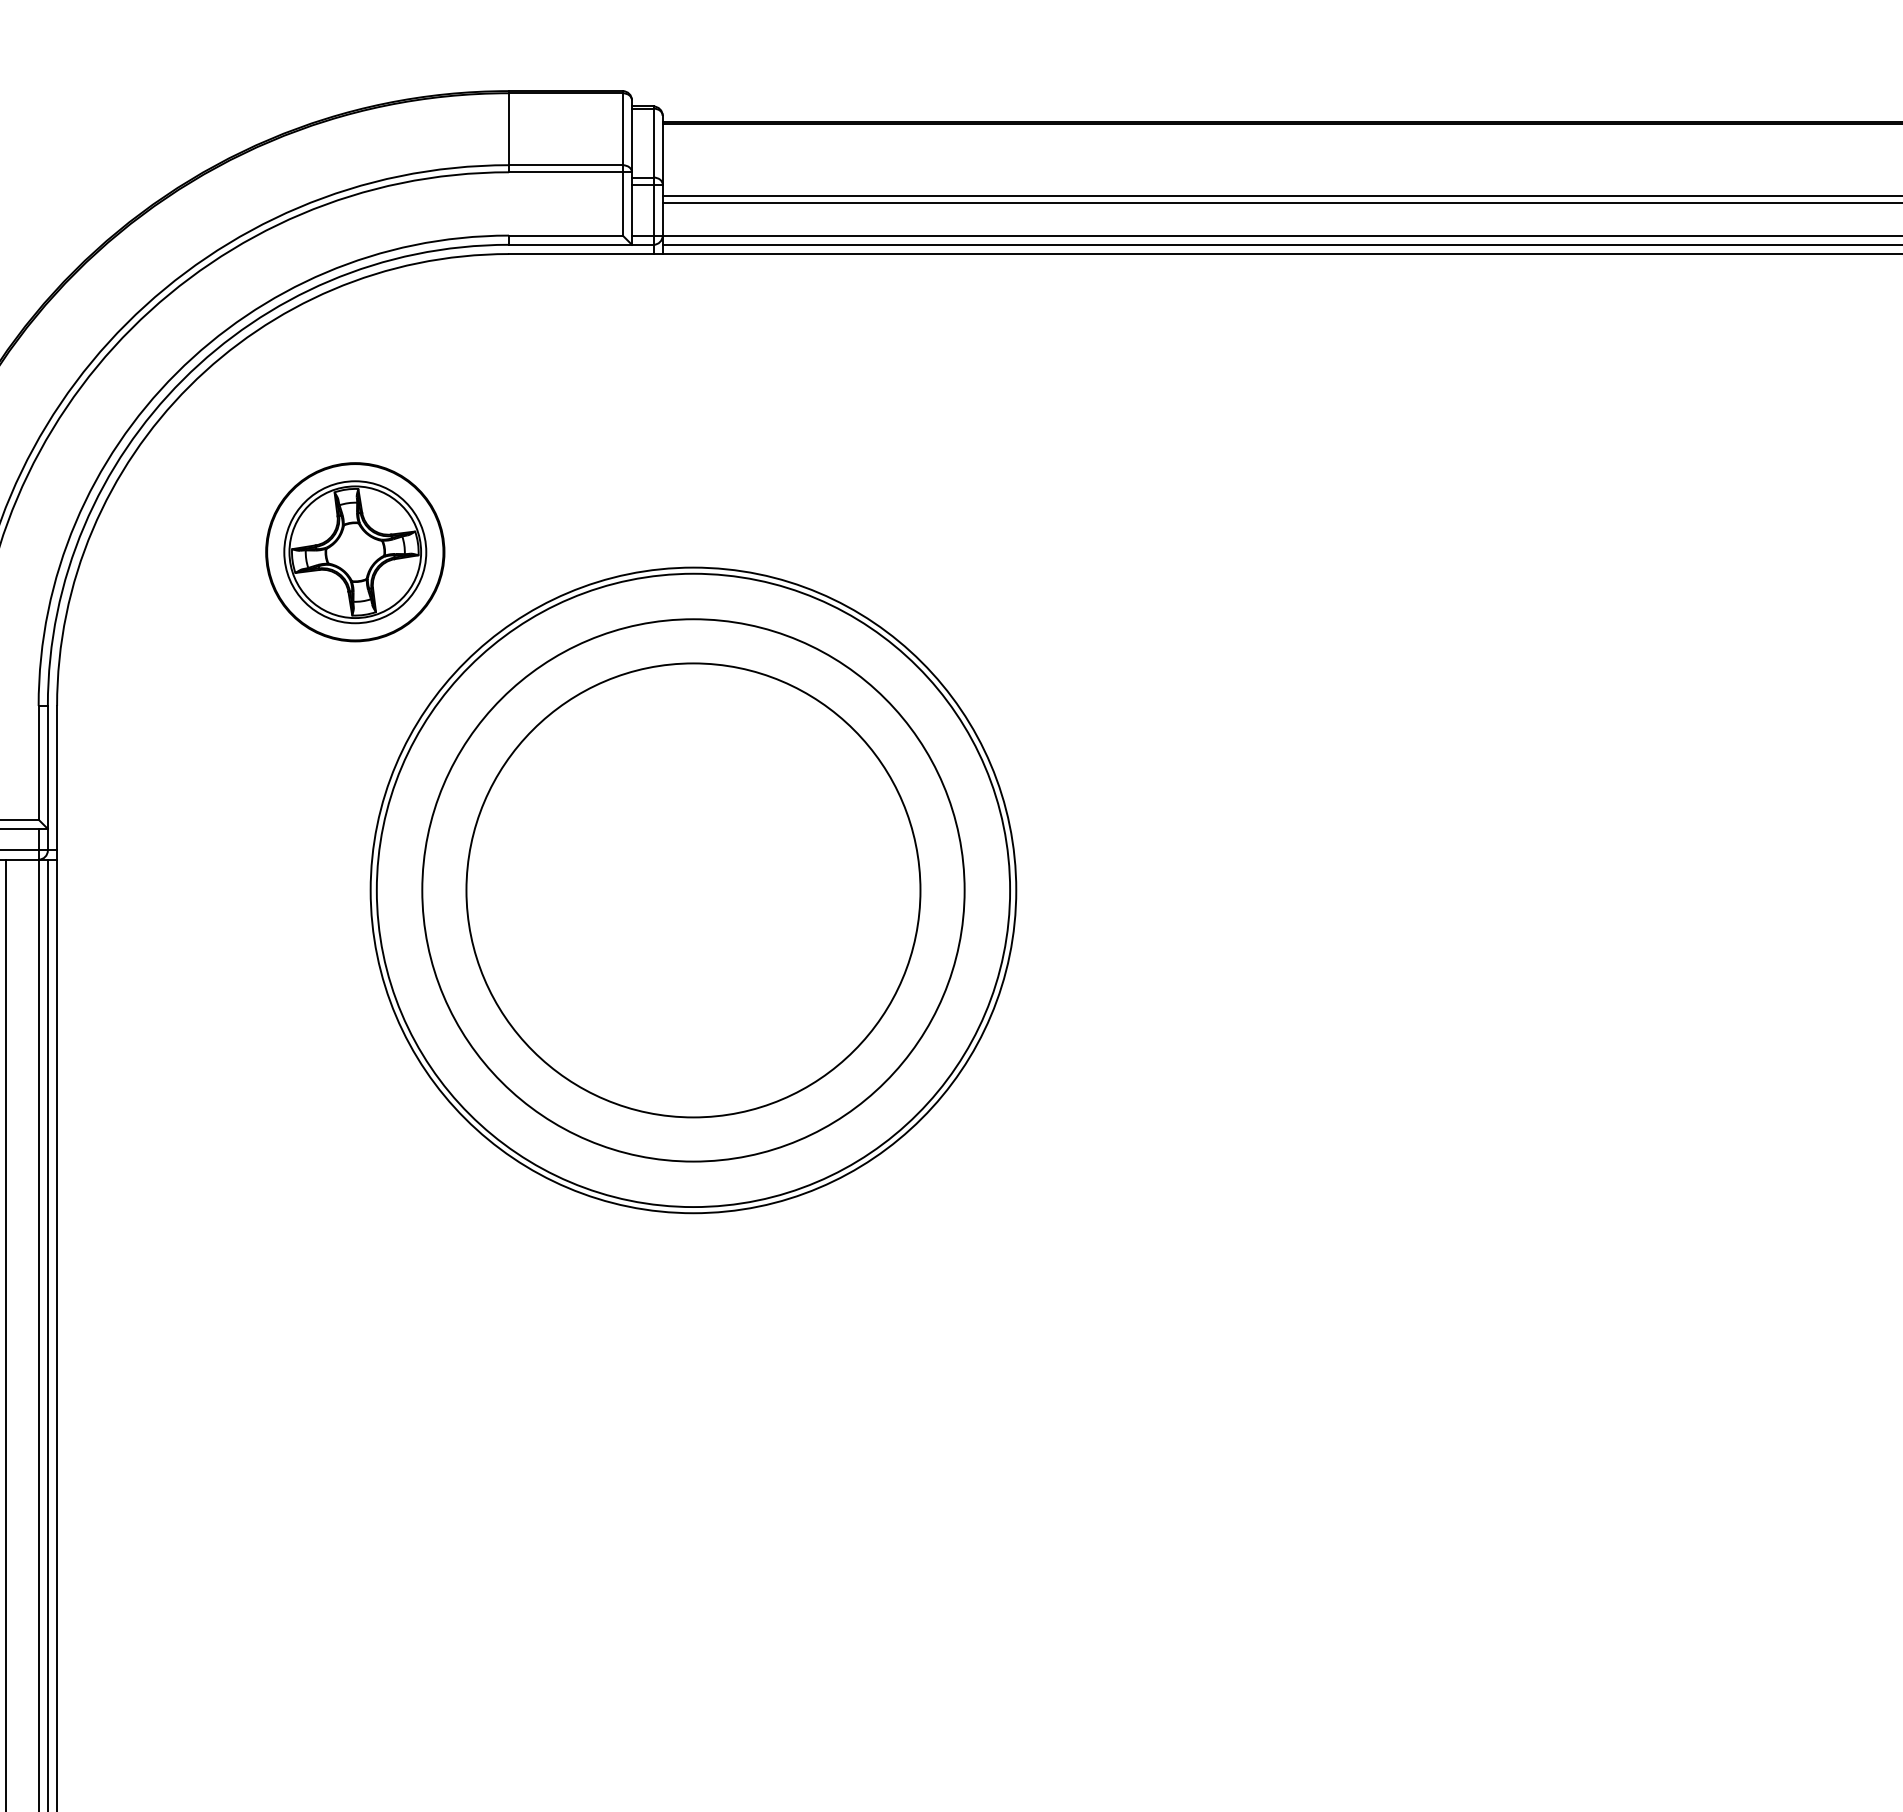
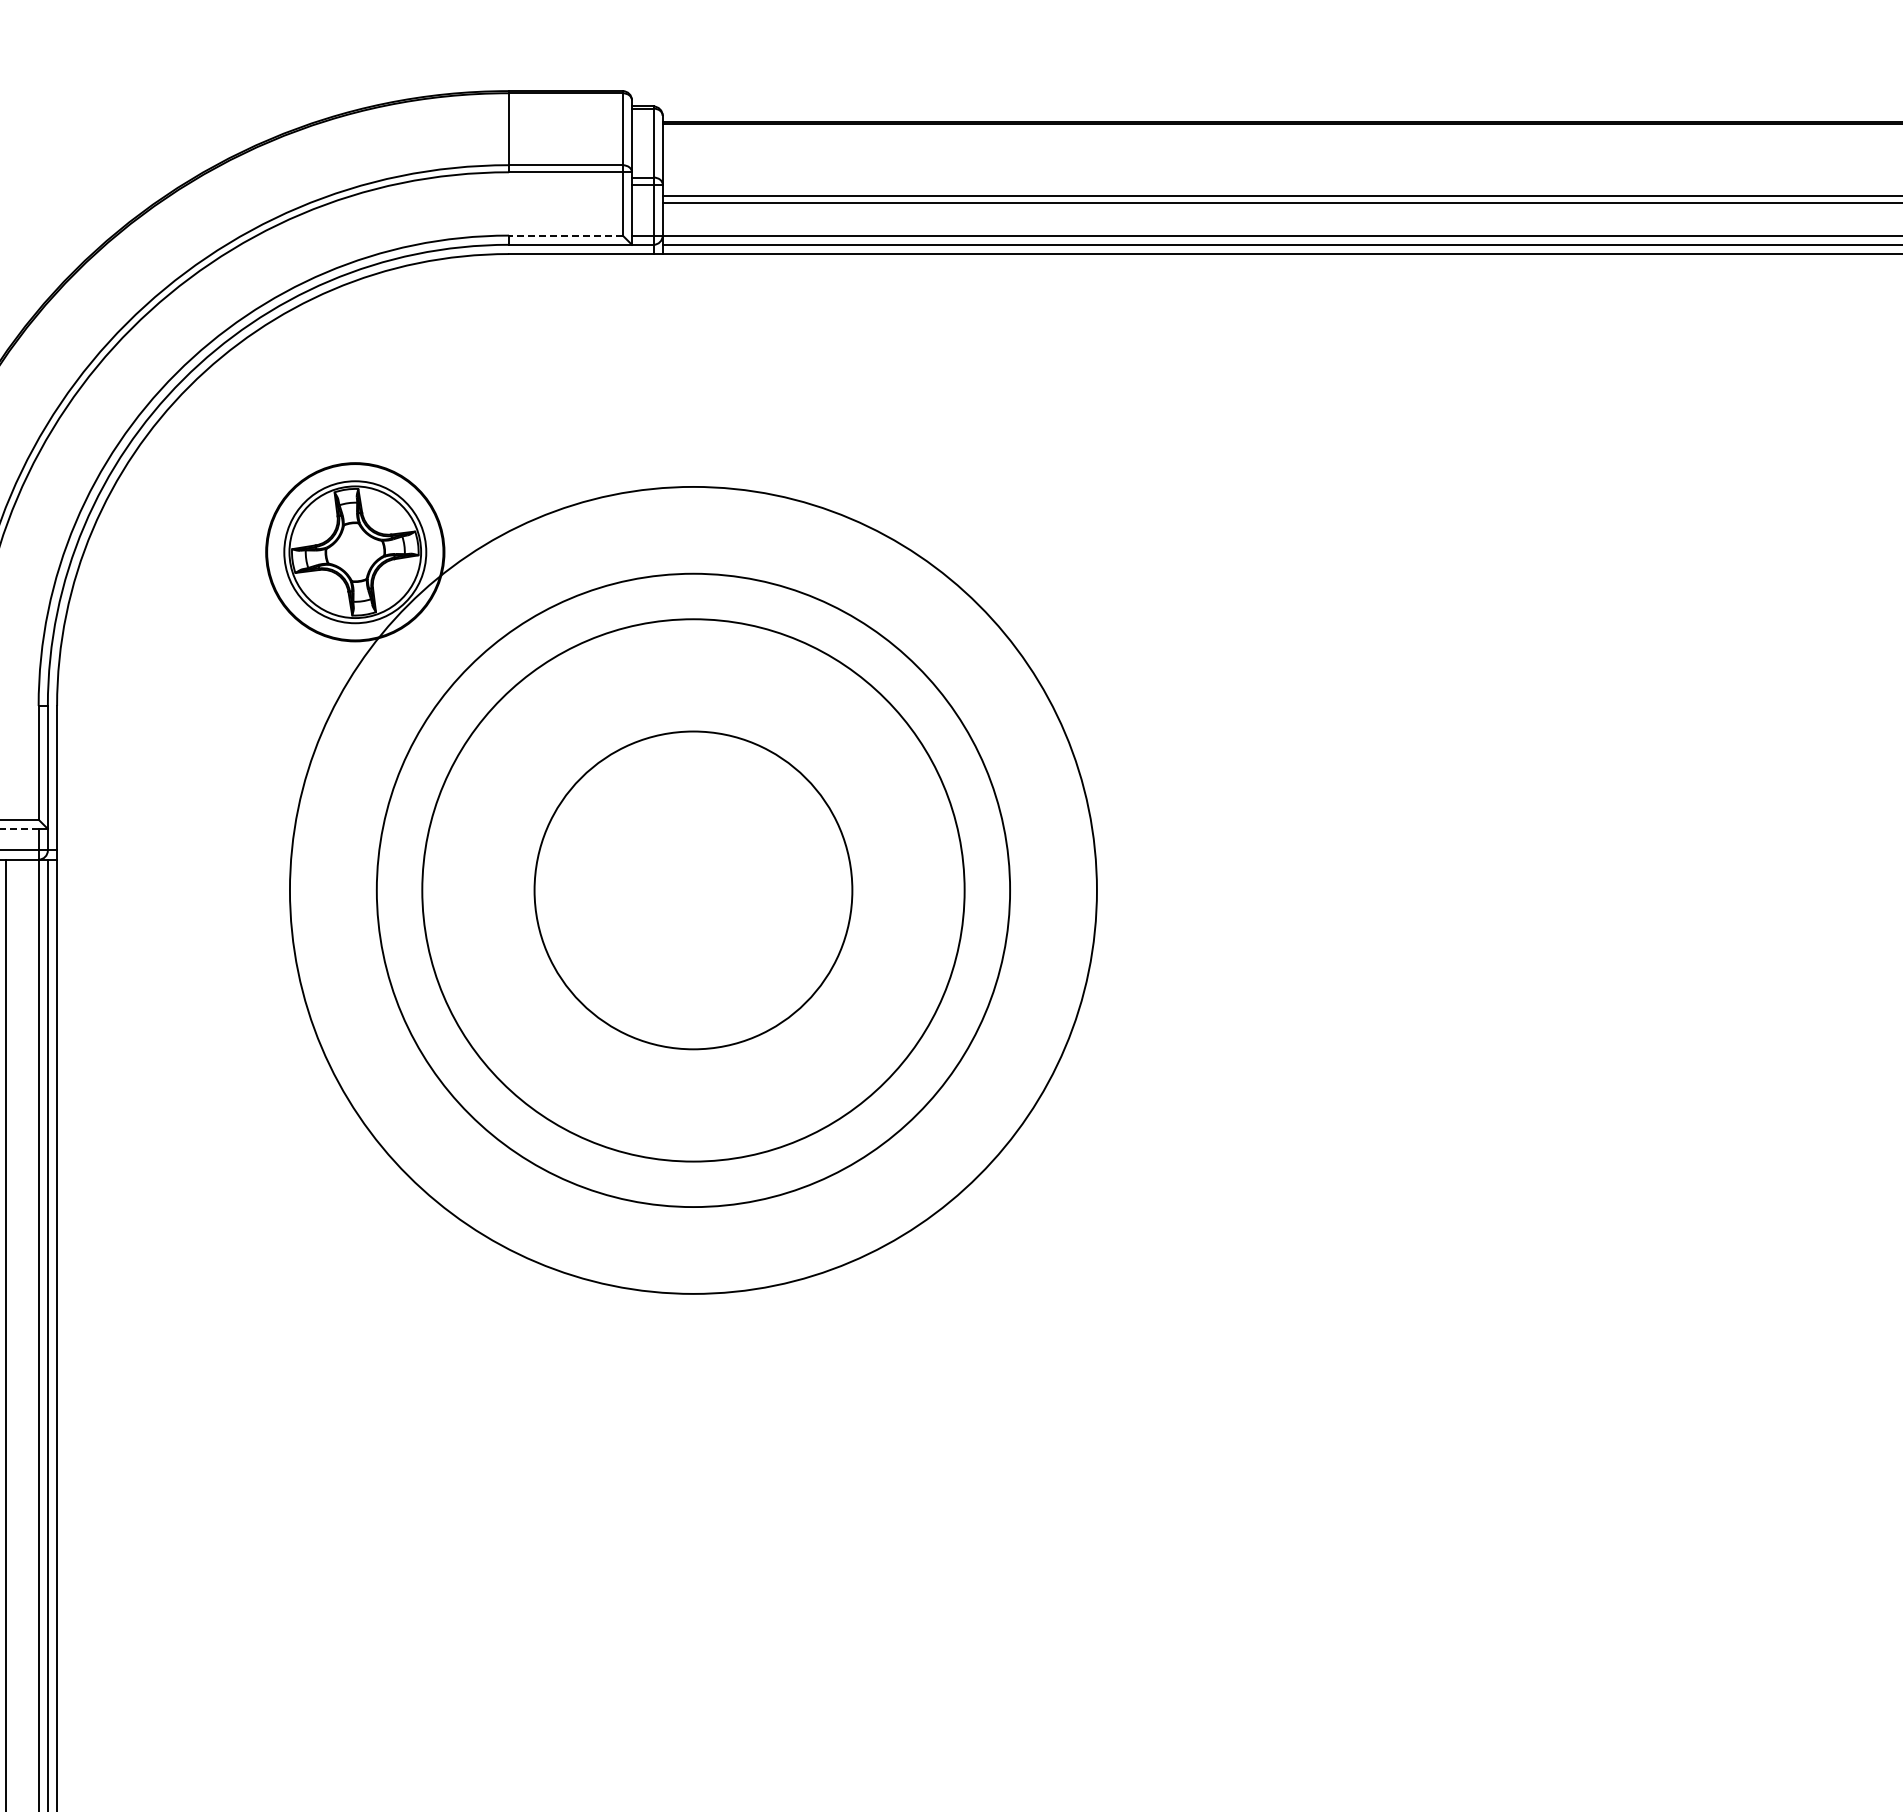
line at (565, 235): solid -> dashed
line at (19, 828): solid -> dashed
circle at (693, 890) diameter: 454 px -> 318 px
circle at (693, 890) diameter: 646 px -> 807 px
